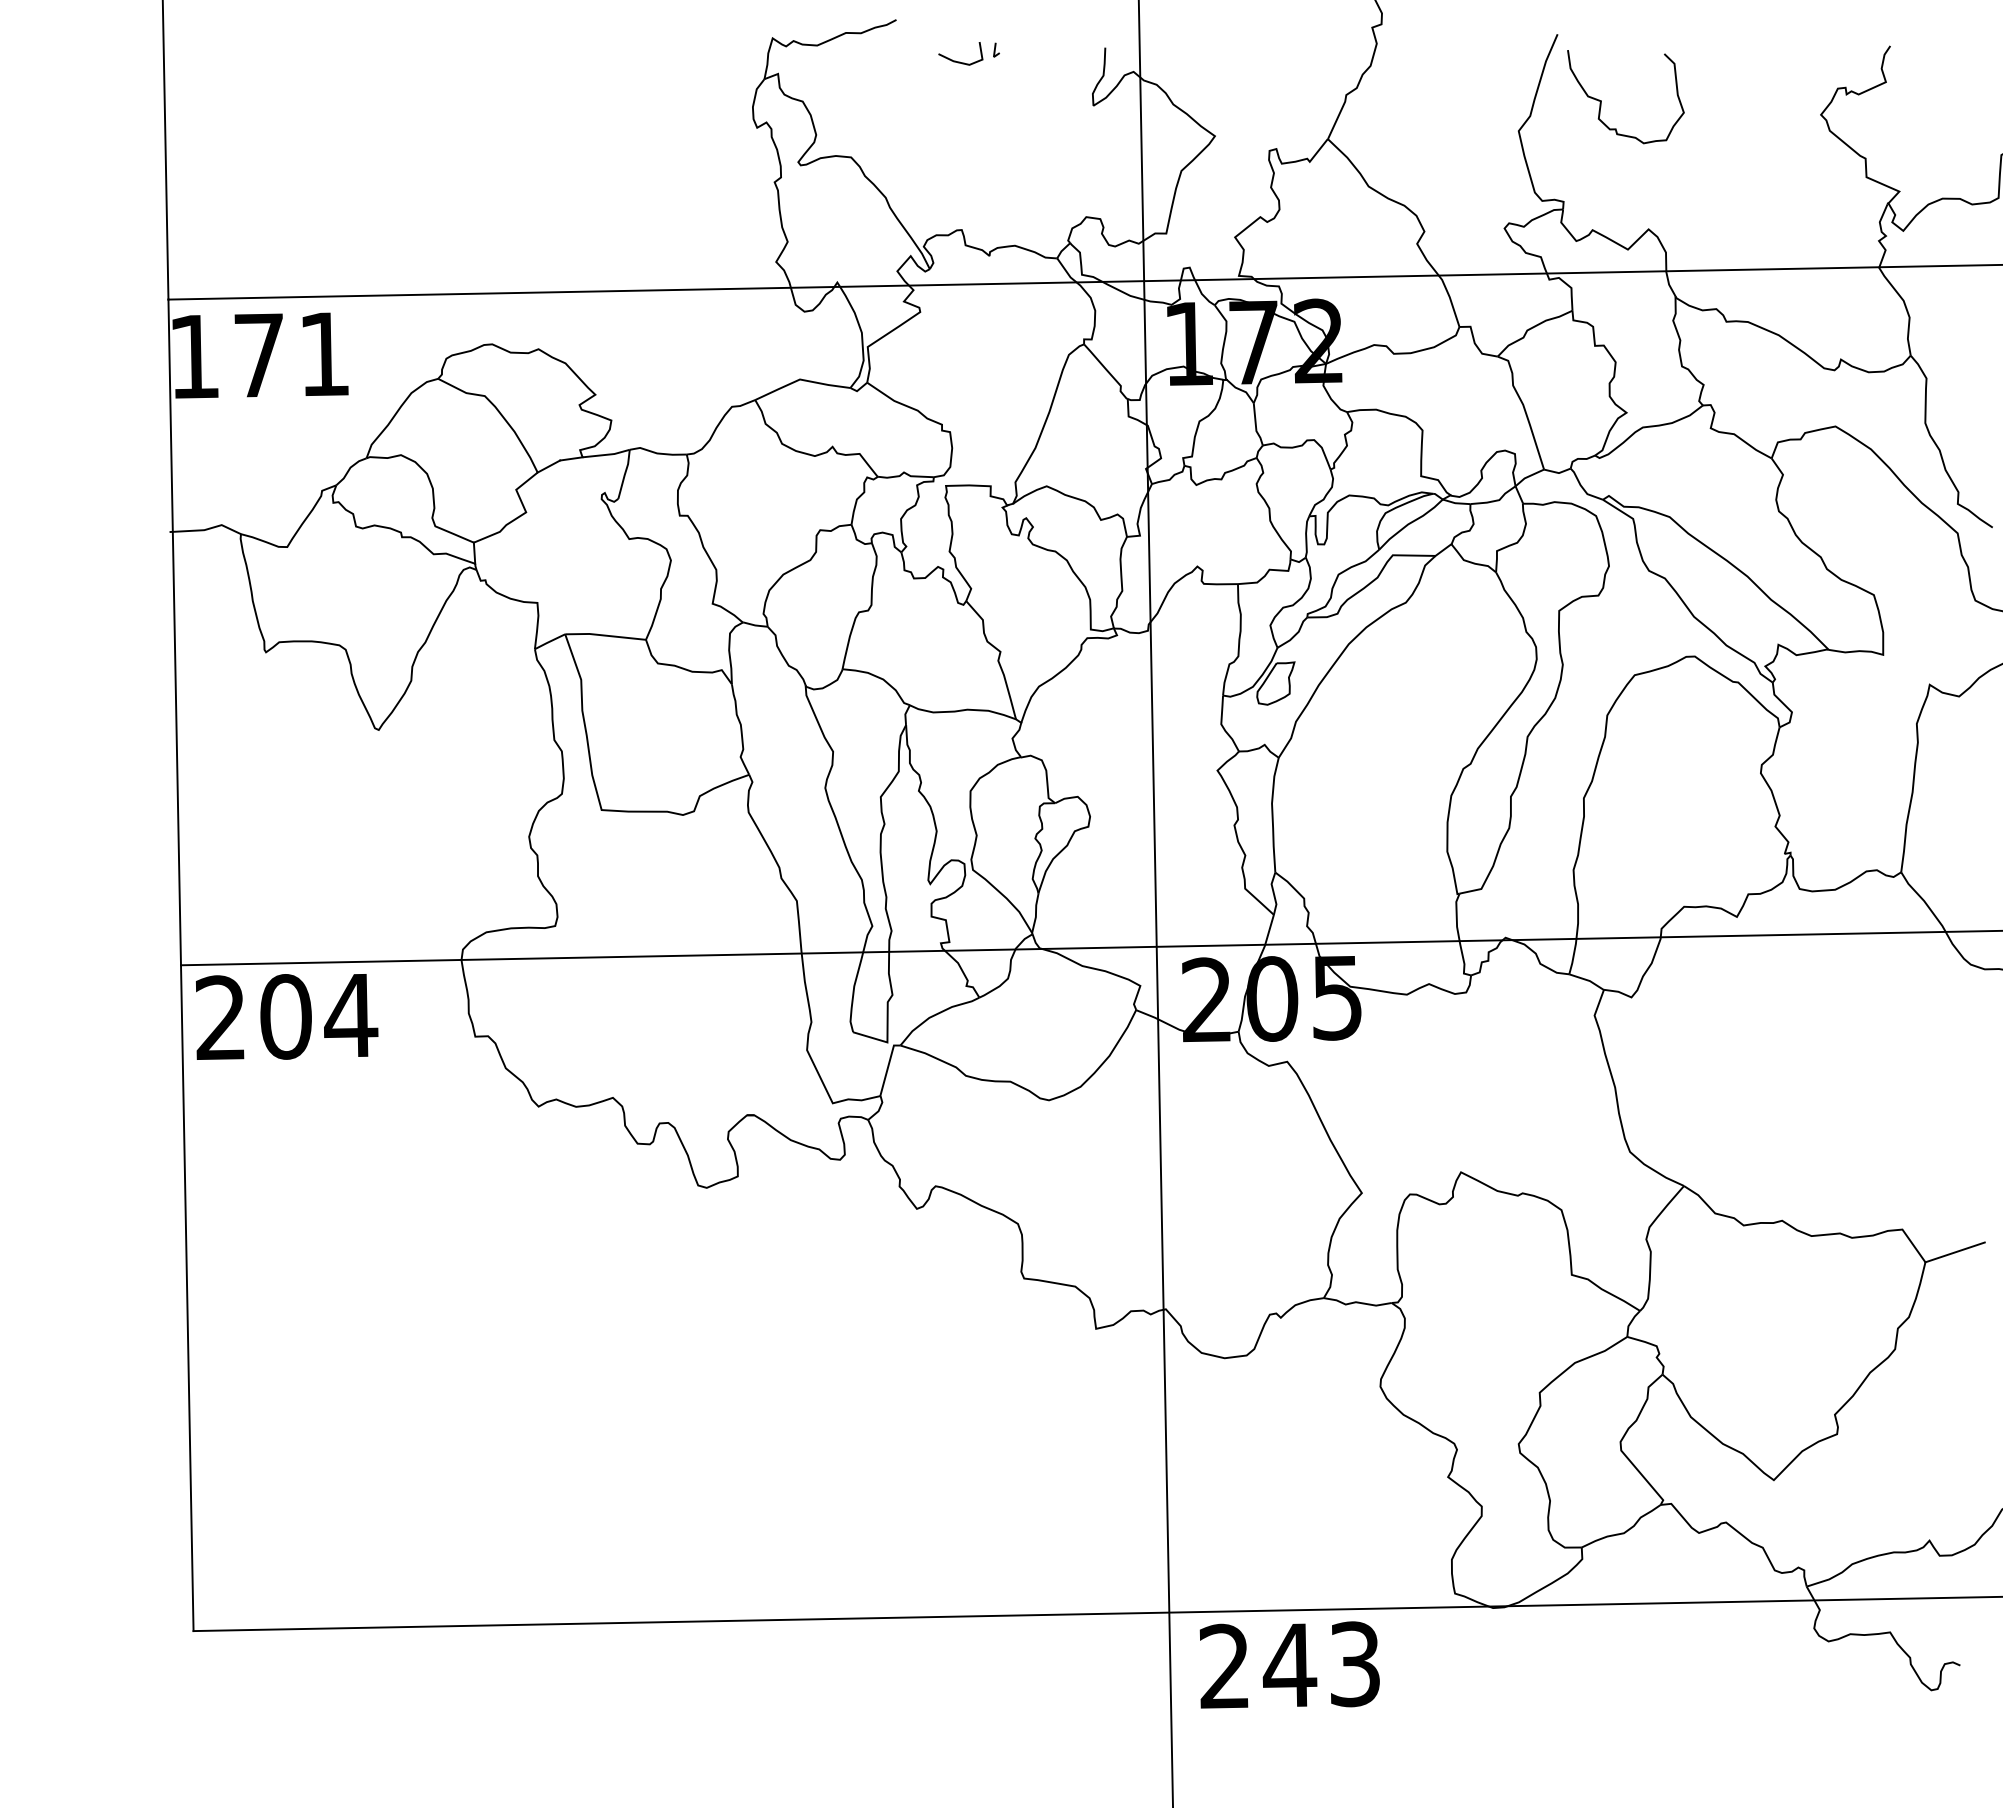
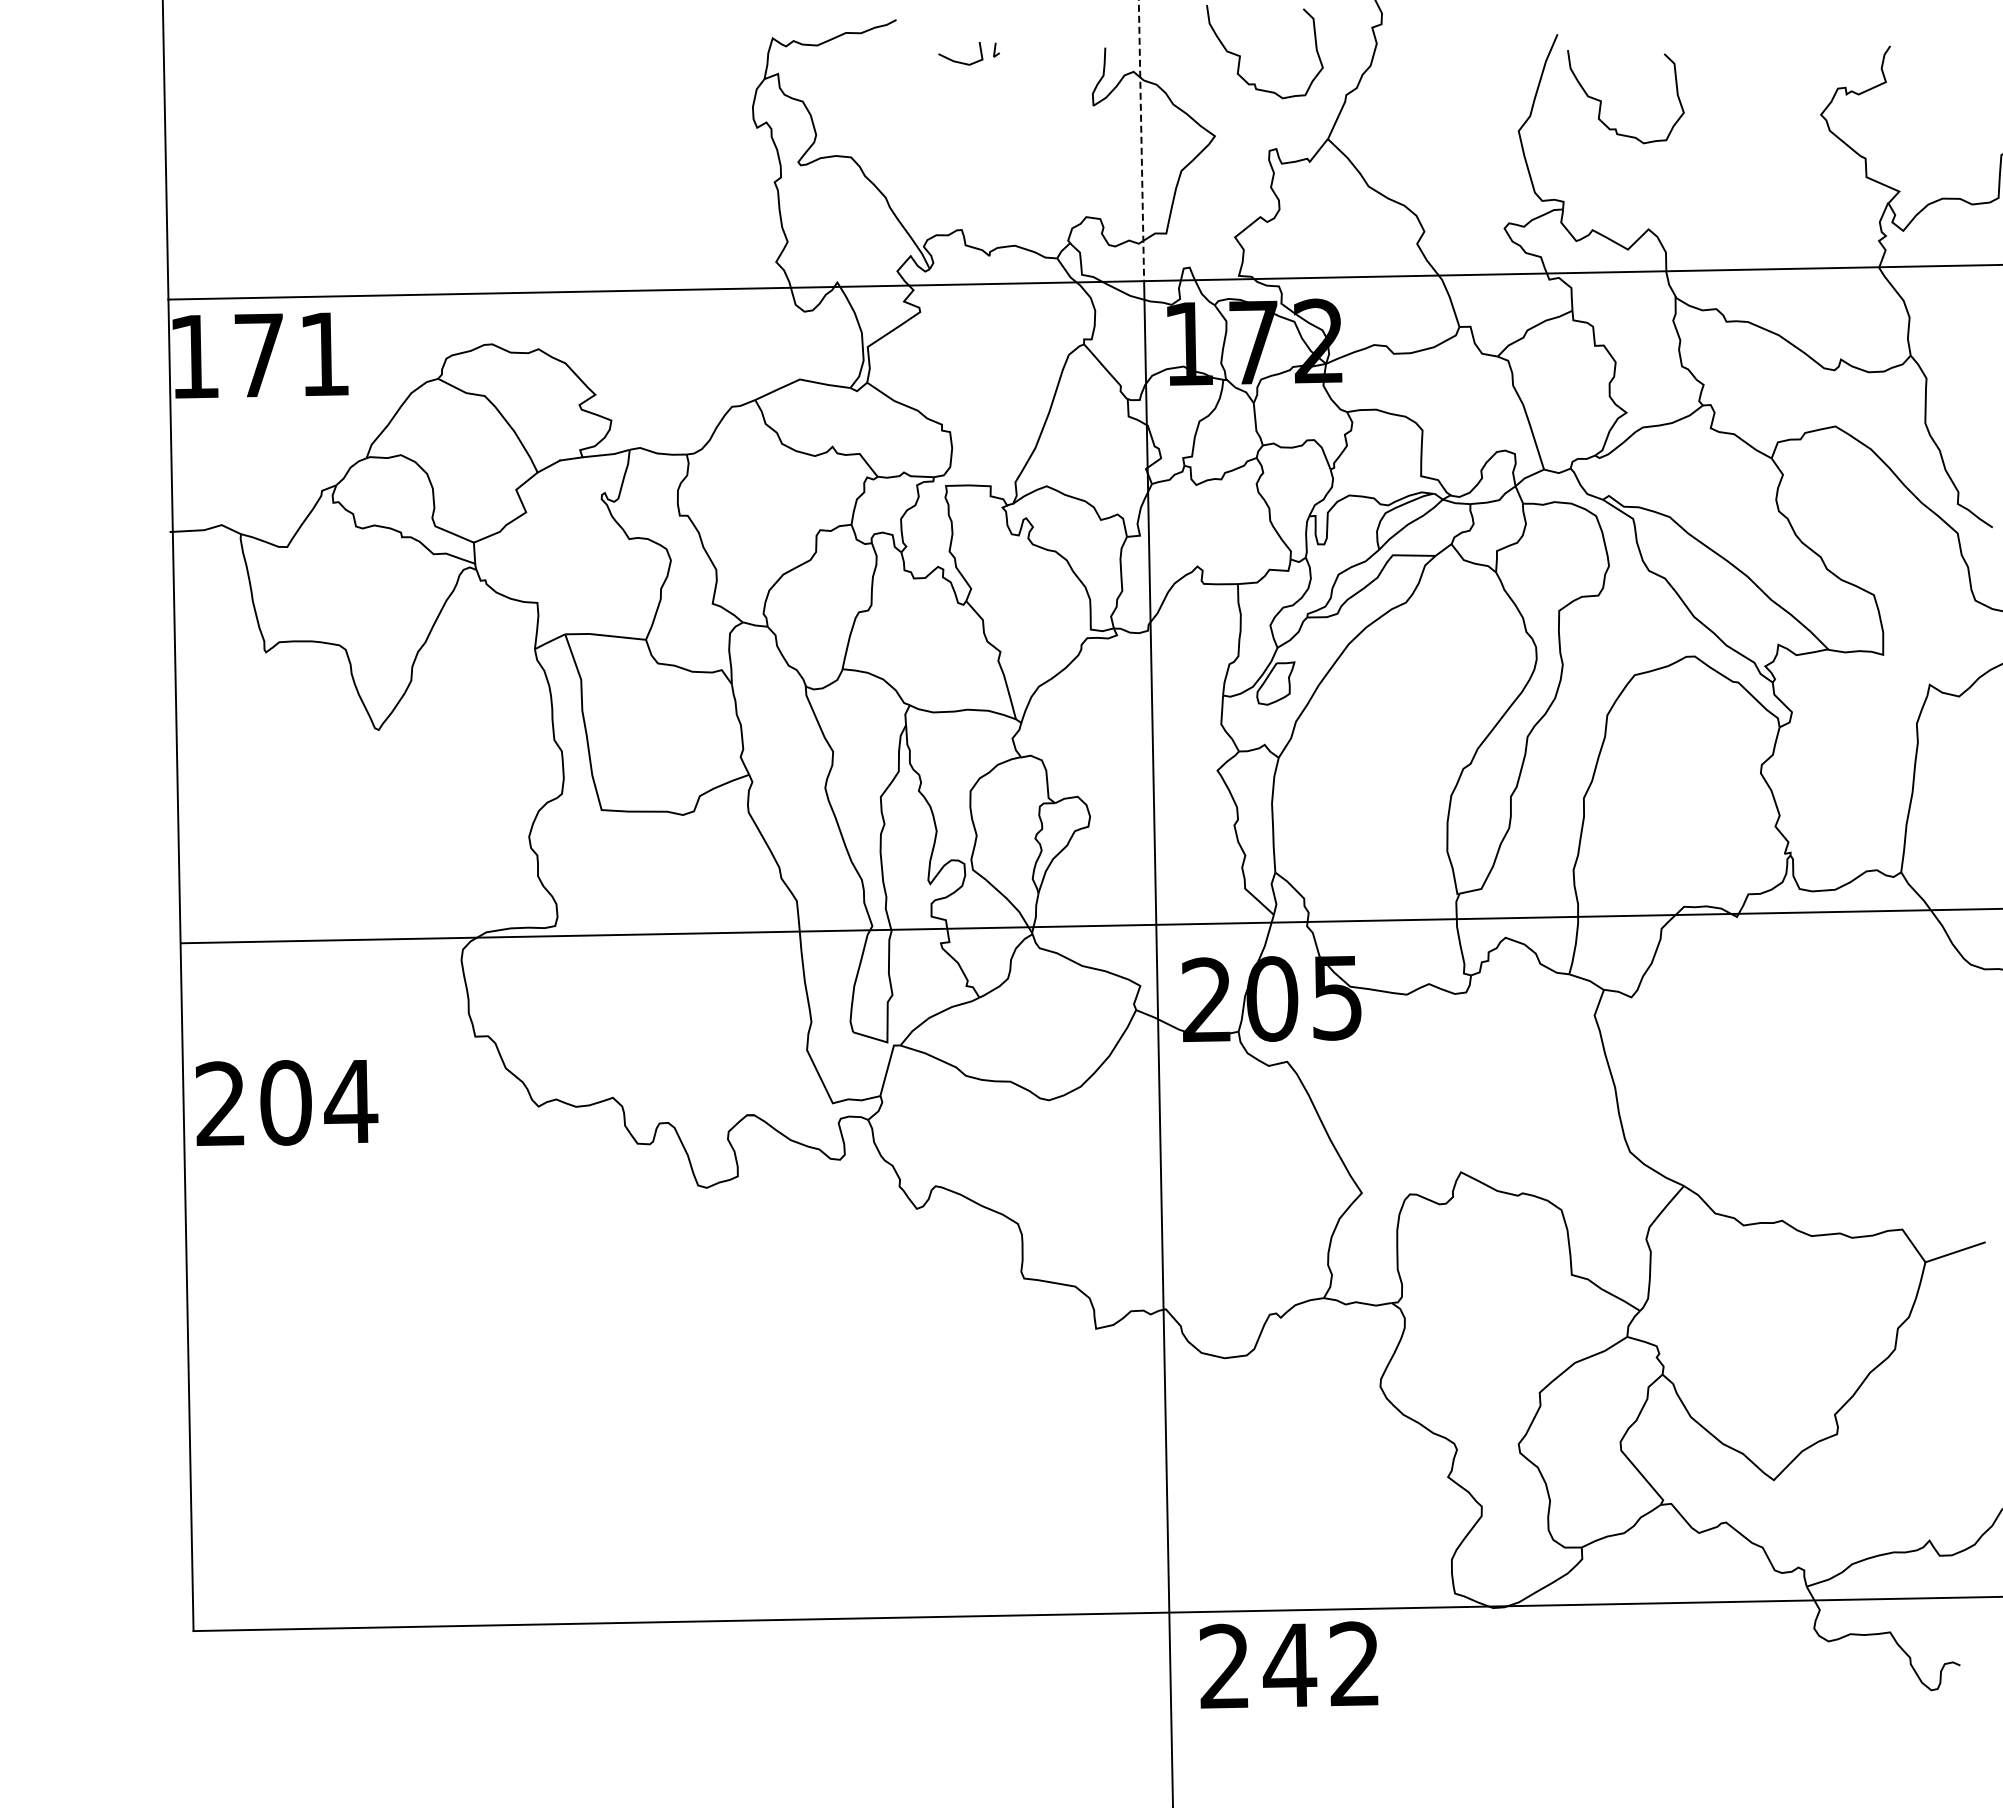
curve at (1240, 55): none -> present
line at (1141, 141): solid -> dashed
line at (1089, 947) position: (1089, 947) -> (1089, 925)
text at (287, 1016) position: (287, 1016) -> (287, 1102)
text at (1354, 1664): 243 -> 242
